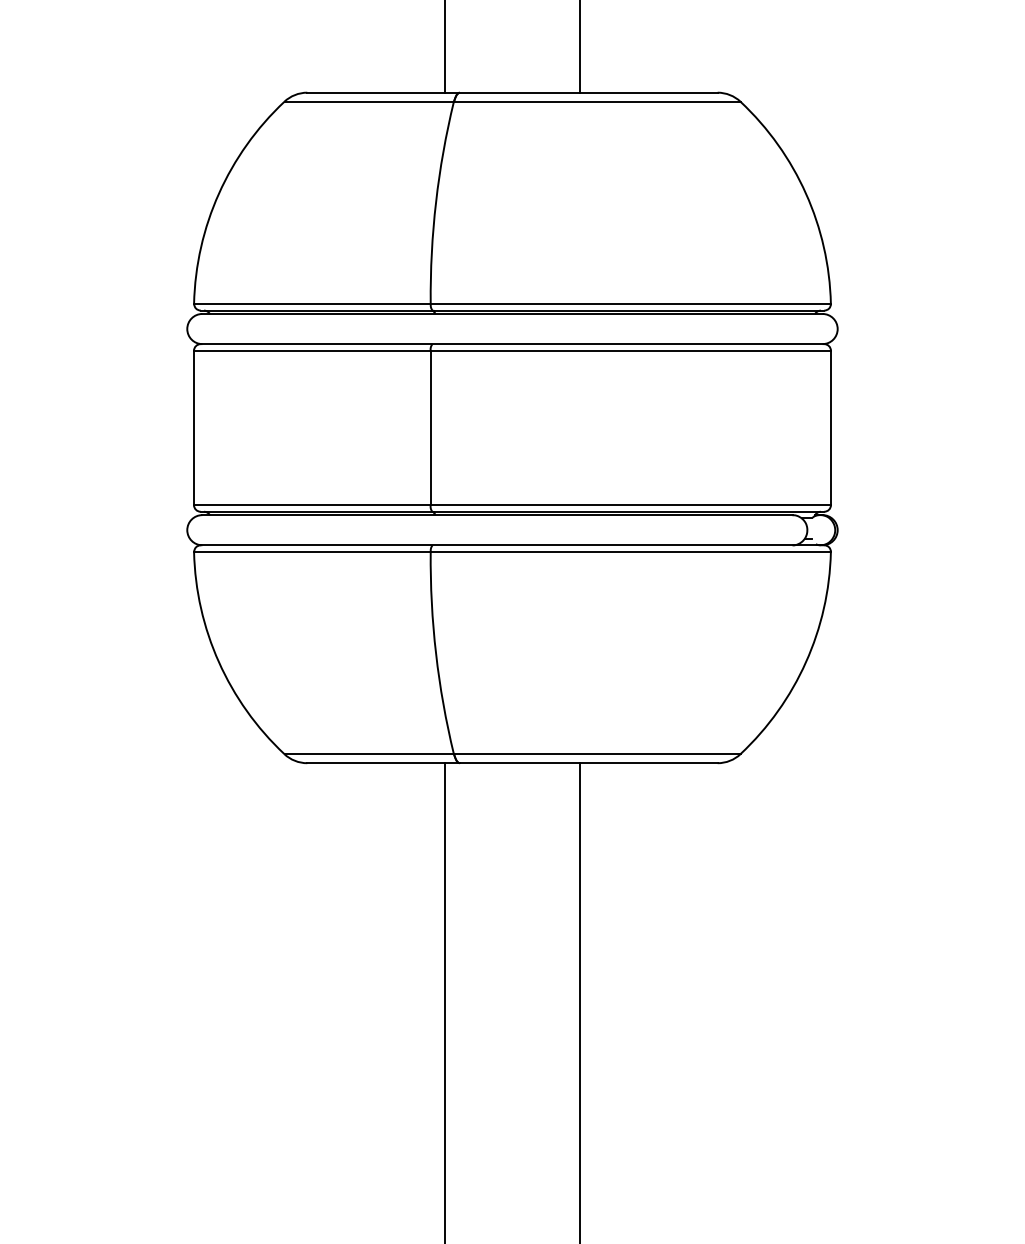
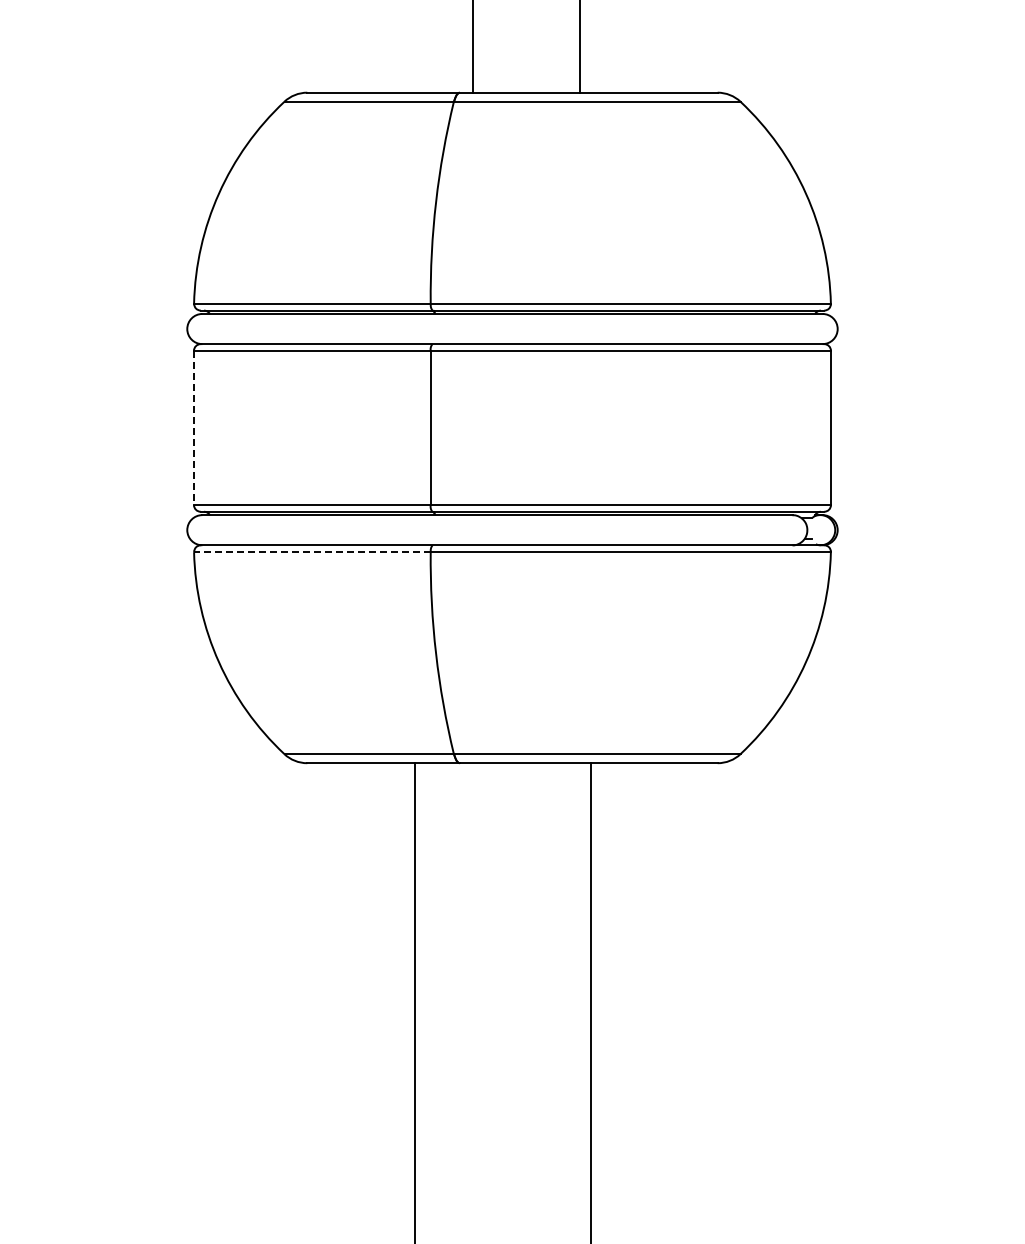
line at (445, 47) position: (445, 47) -> (473, 47)
line at (194, 428): solid -> dashed
line at (312, 552): solid -> dashed
line at (445, 1001) position: (445, 1001) -> (415, 1001)
line at (579, 1001) position: (579, 1001) -> (590, 1001)
